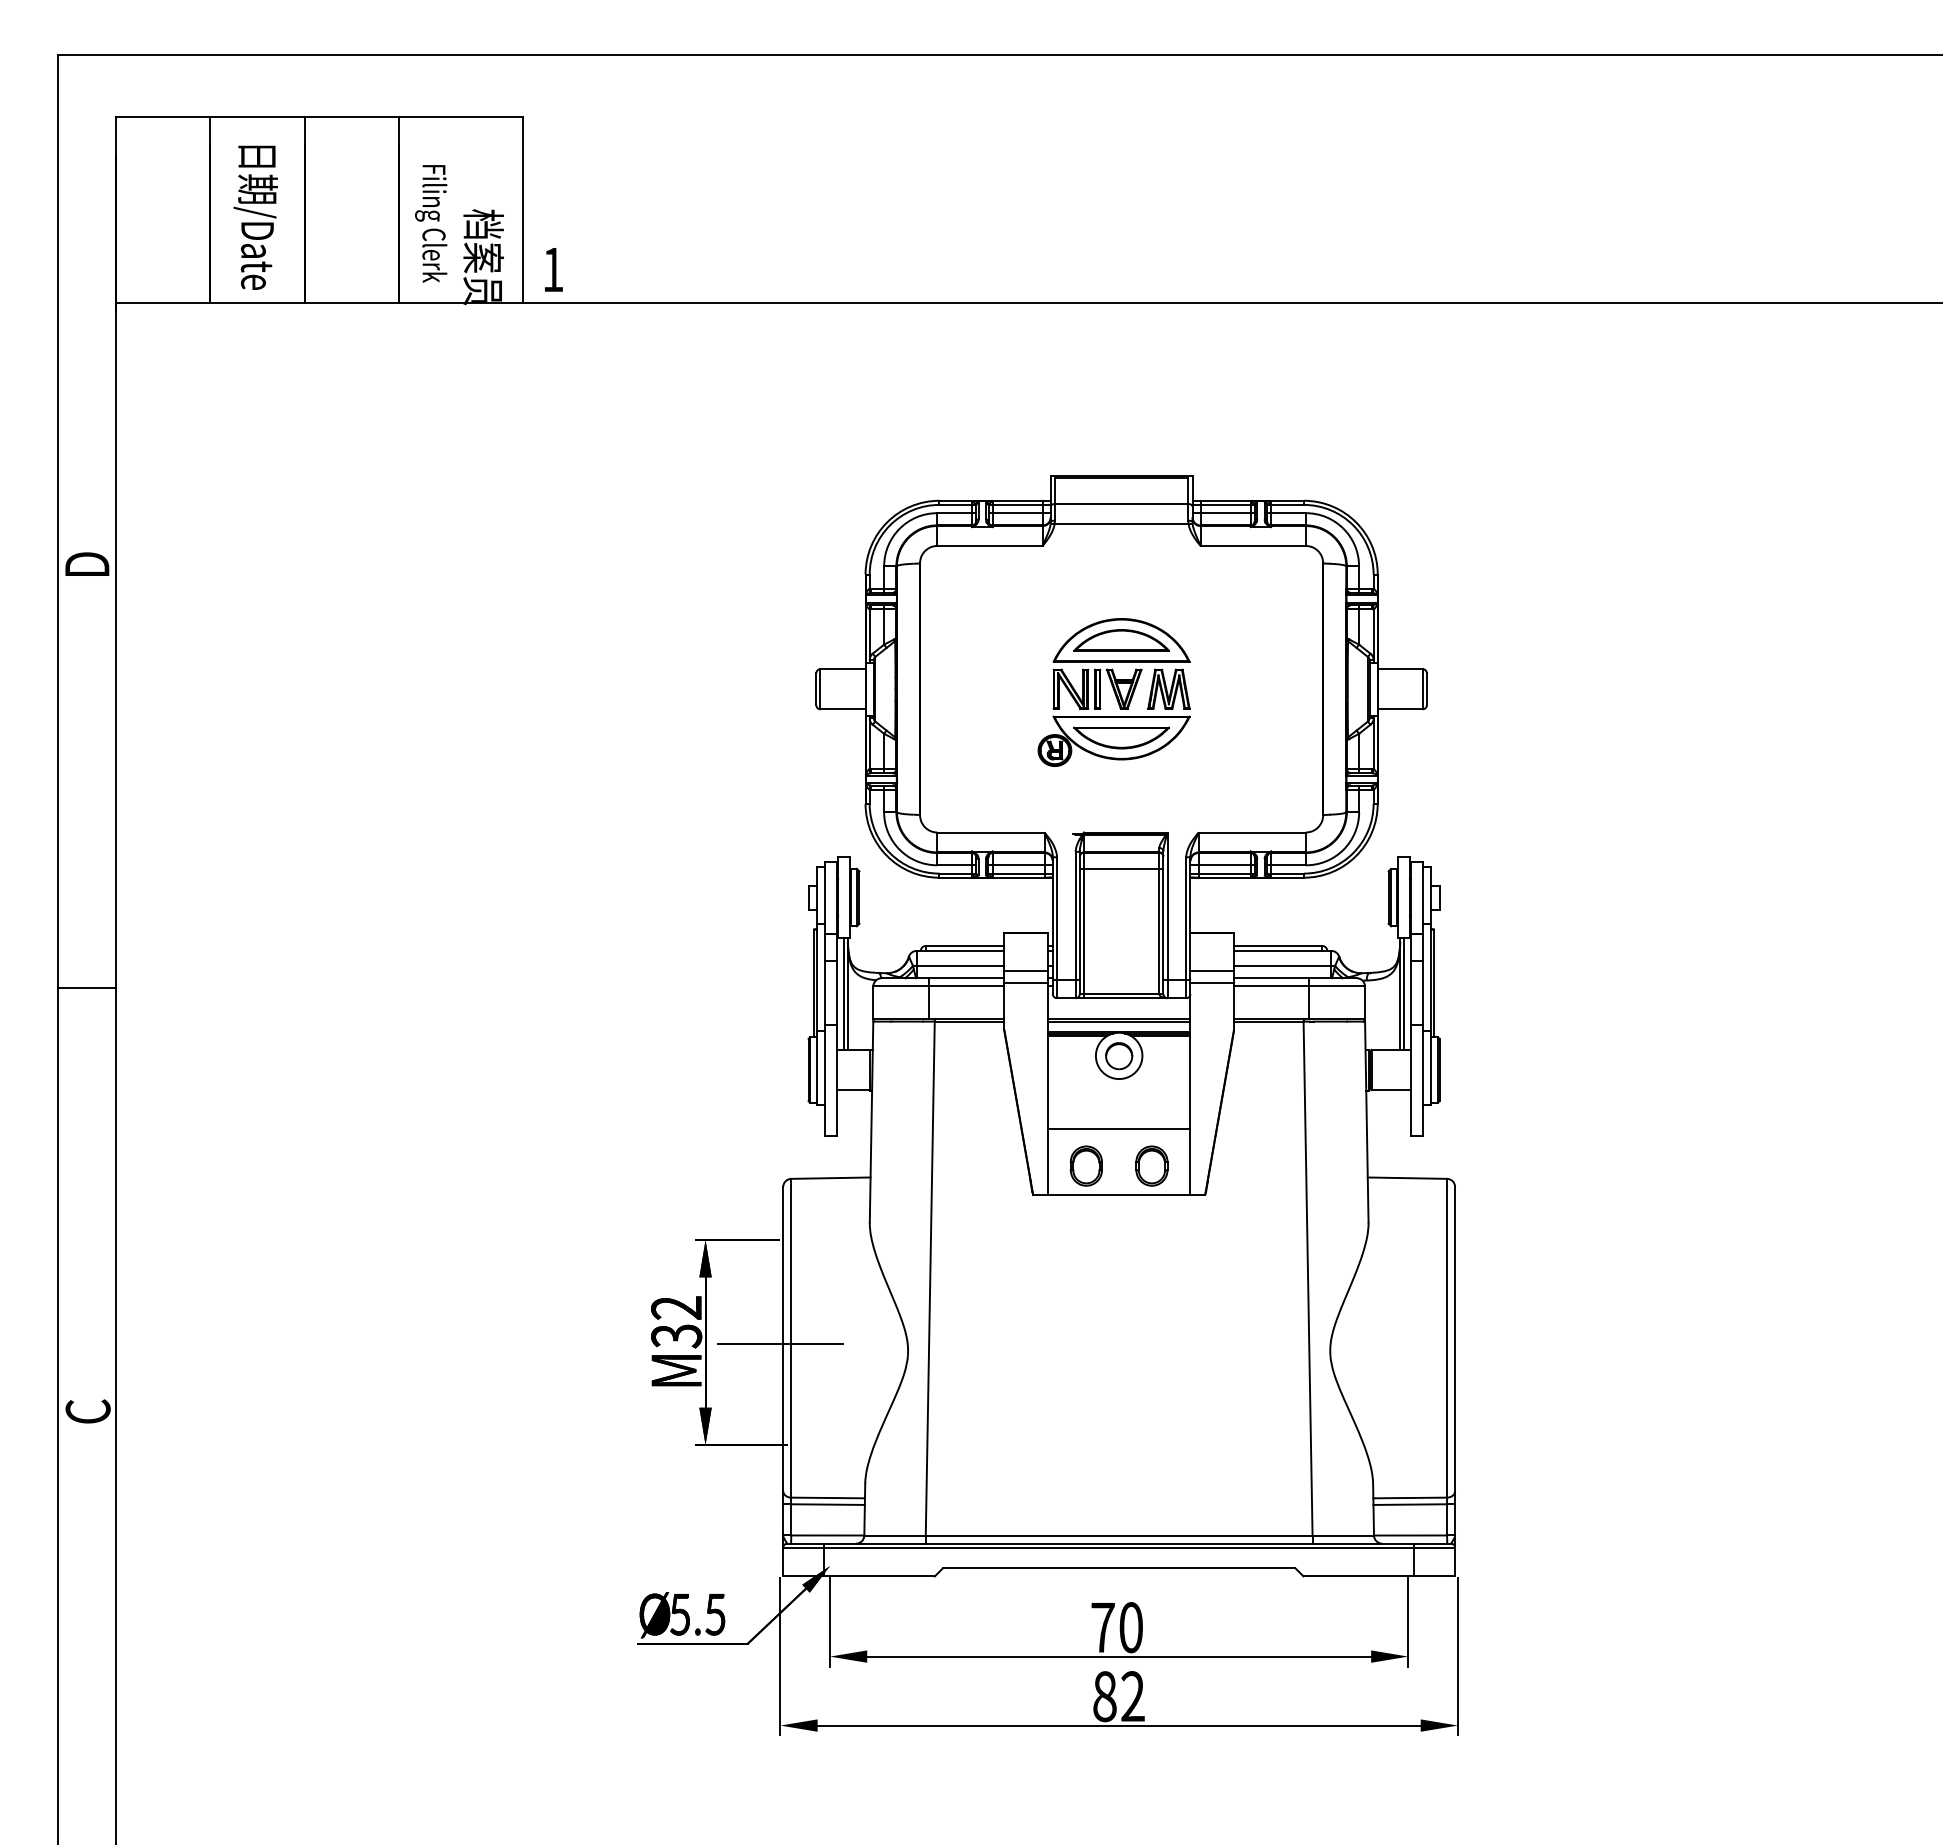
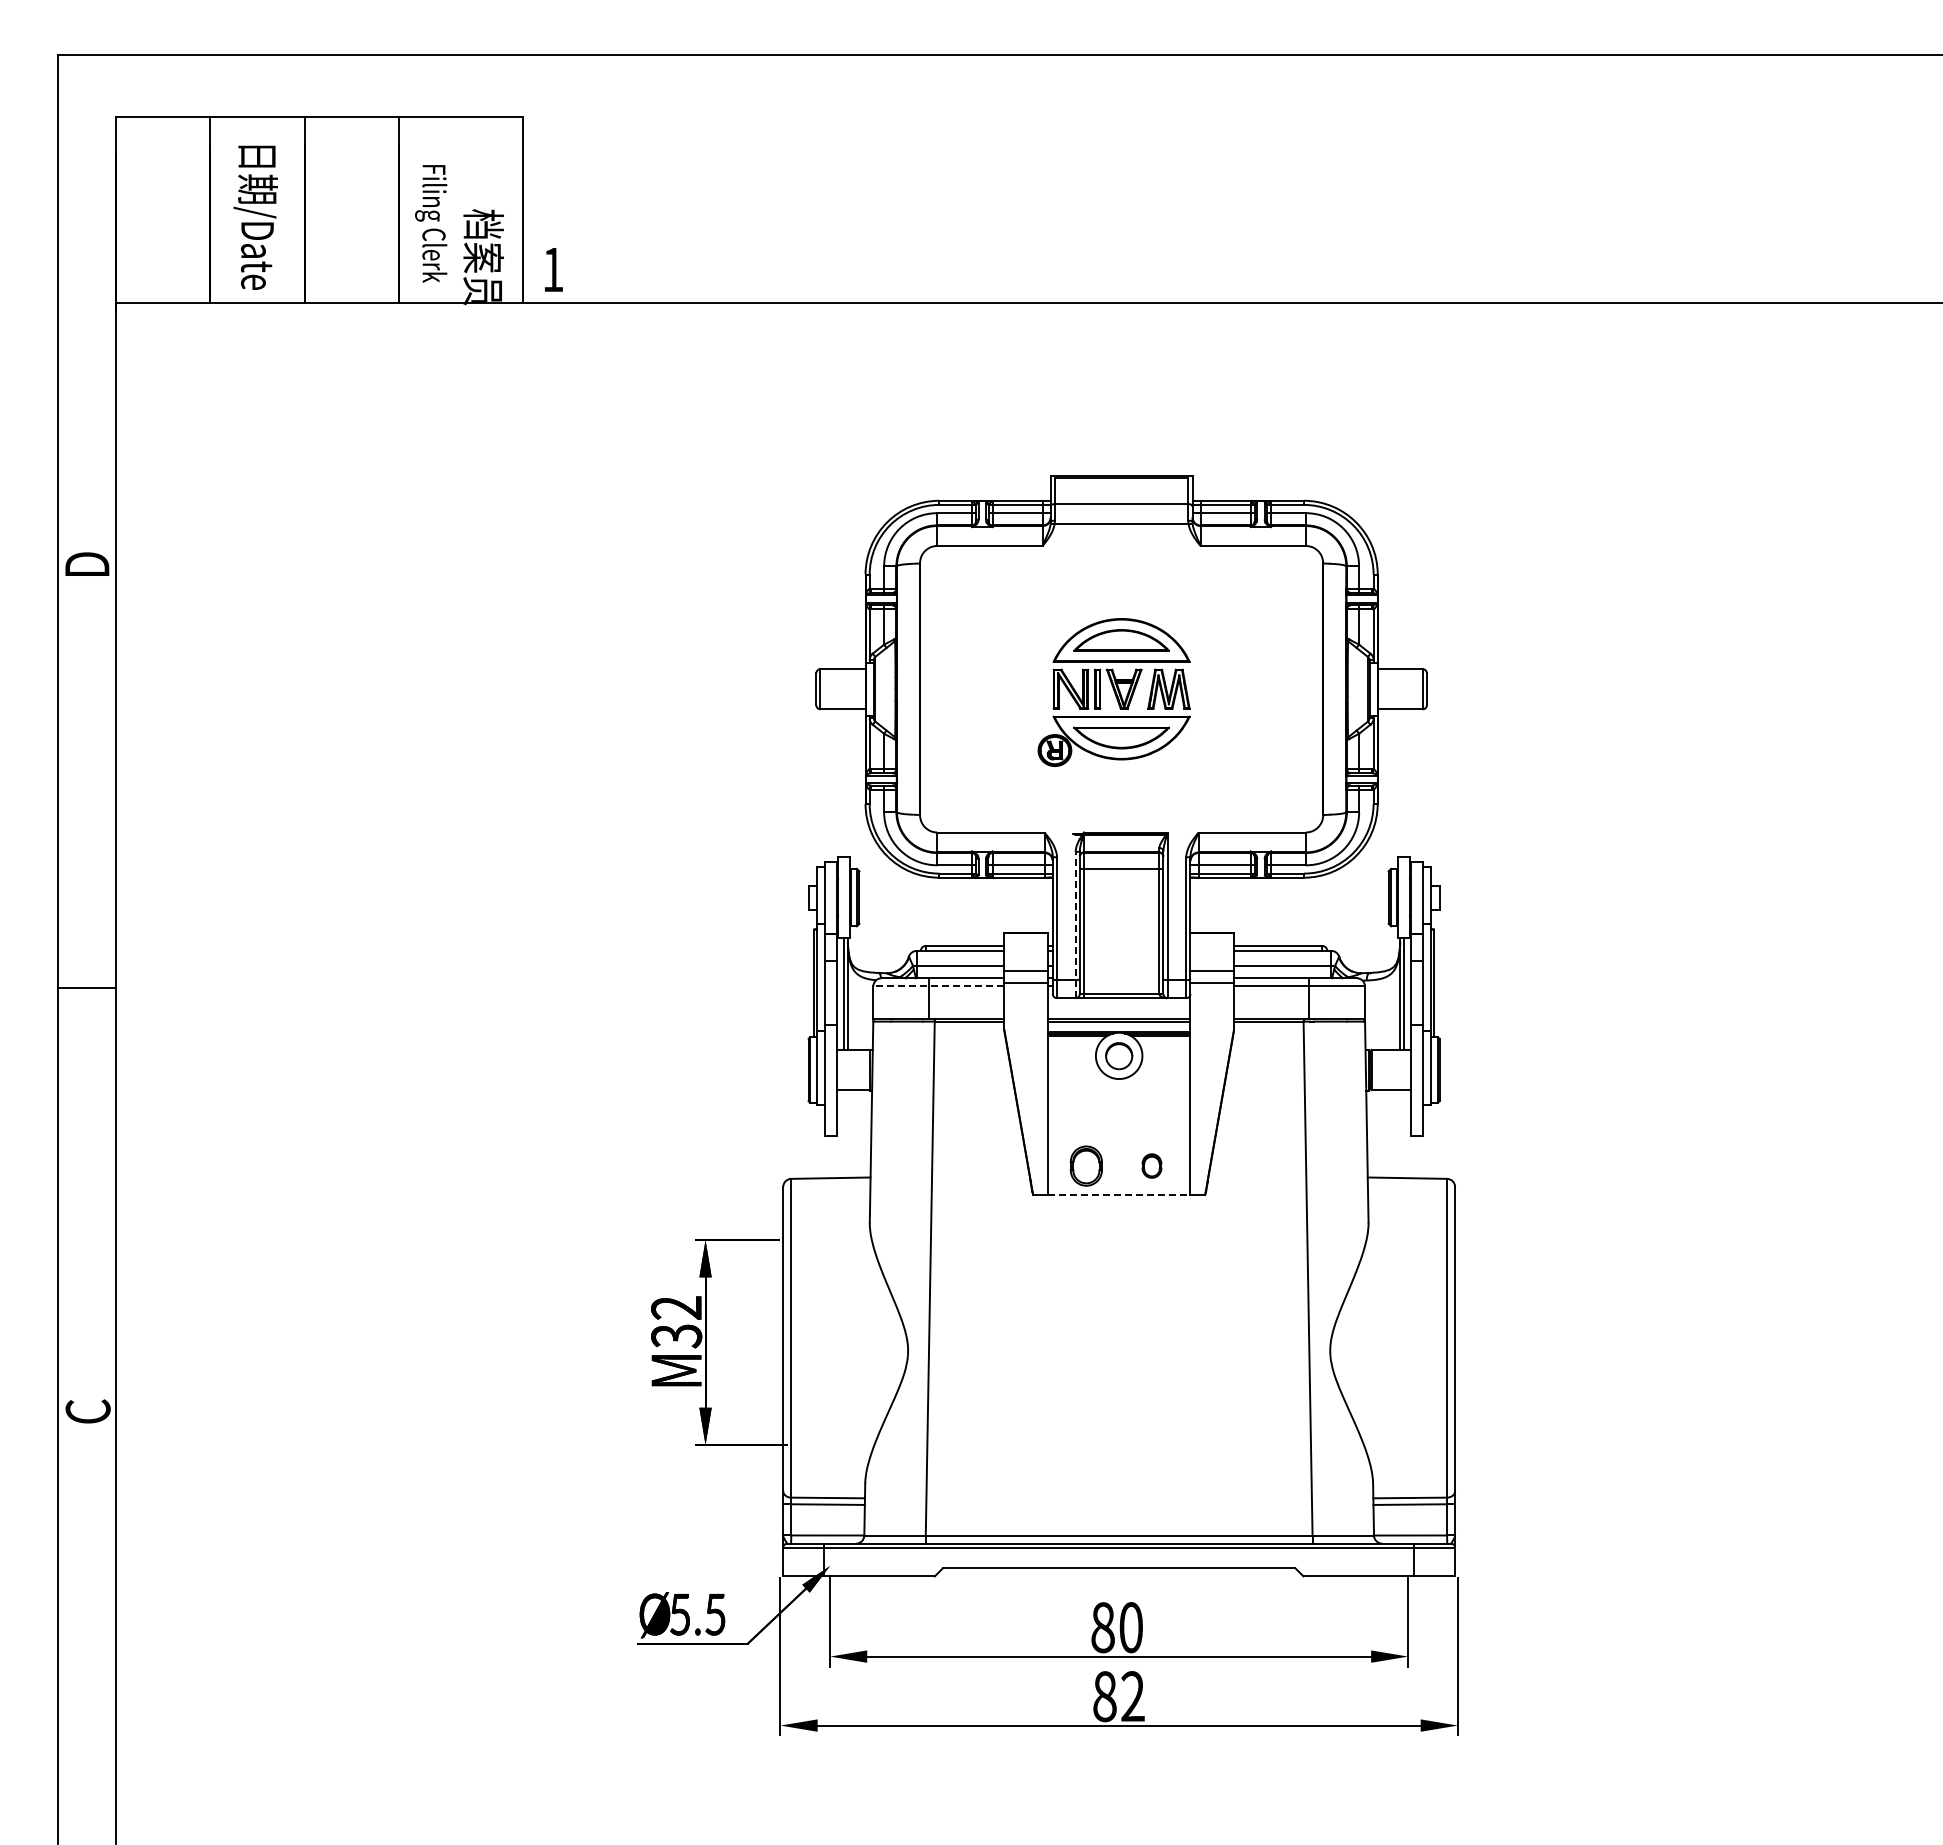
line at (1075, 924): solid -> dashed
line at (938, 986): solid -> dashed
line at (1118, 1129): present -> none
part at (1151, 1165) size: 34x42 px -> 22x26 px
line at (1119, 1194): solid -> dashed
line at (780, 1344): present -> none
text at (1102, 1627): 70 -> 80
